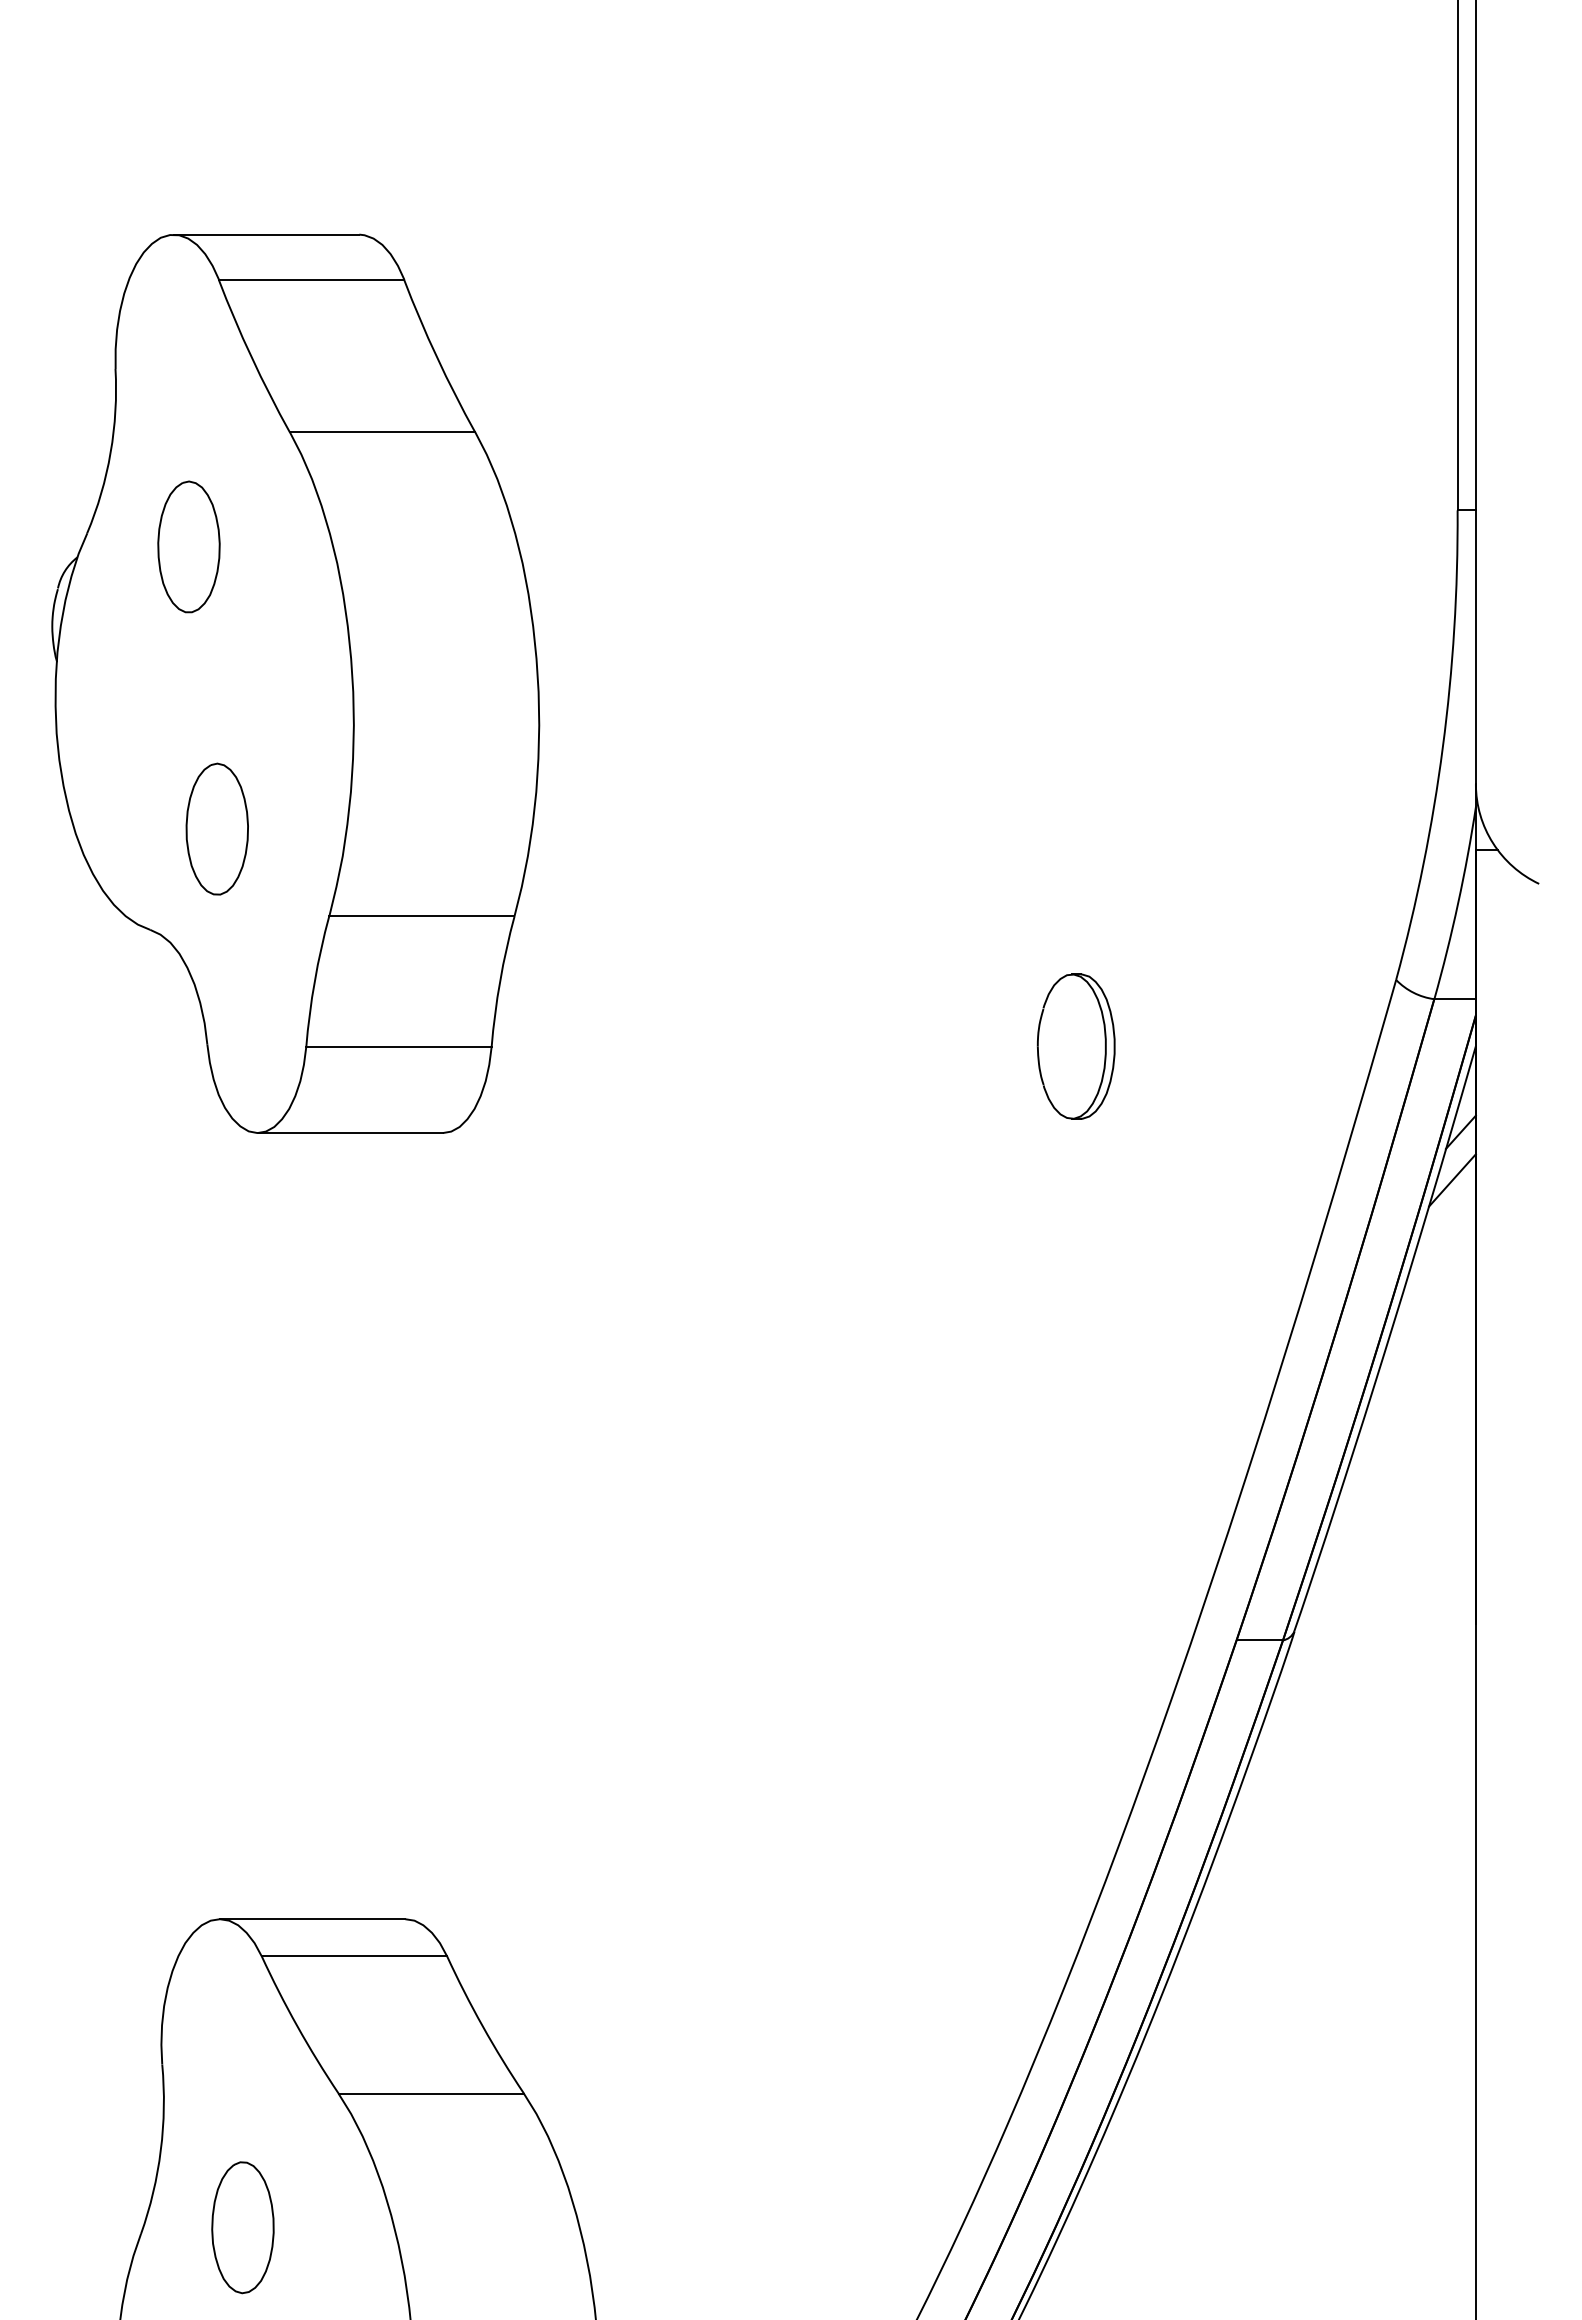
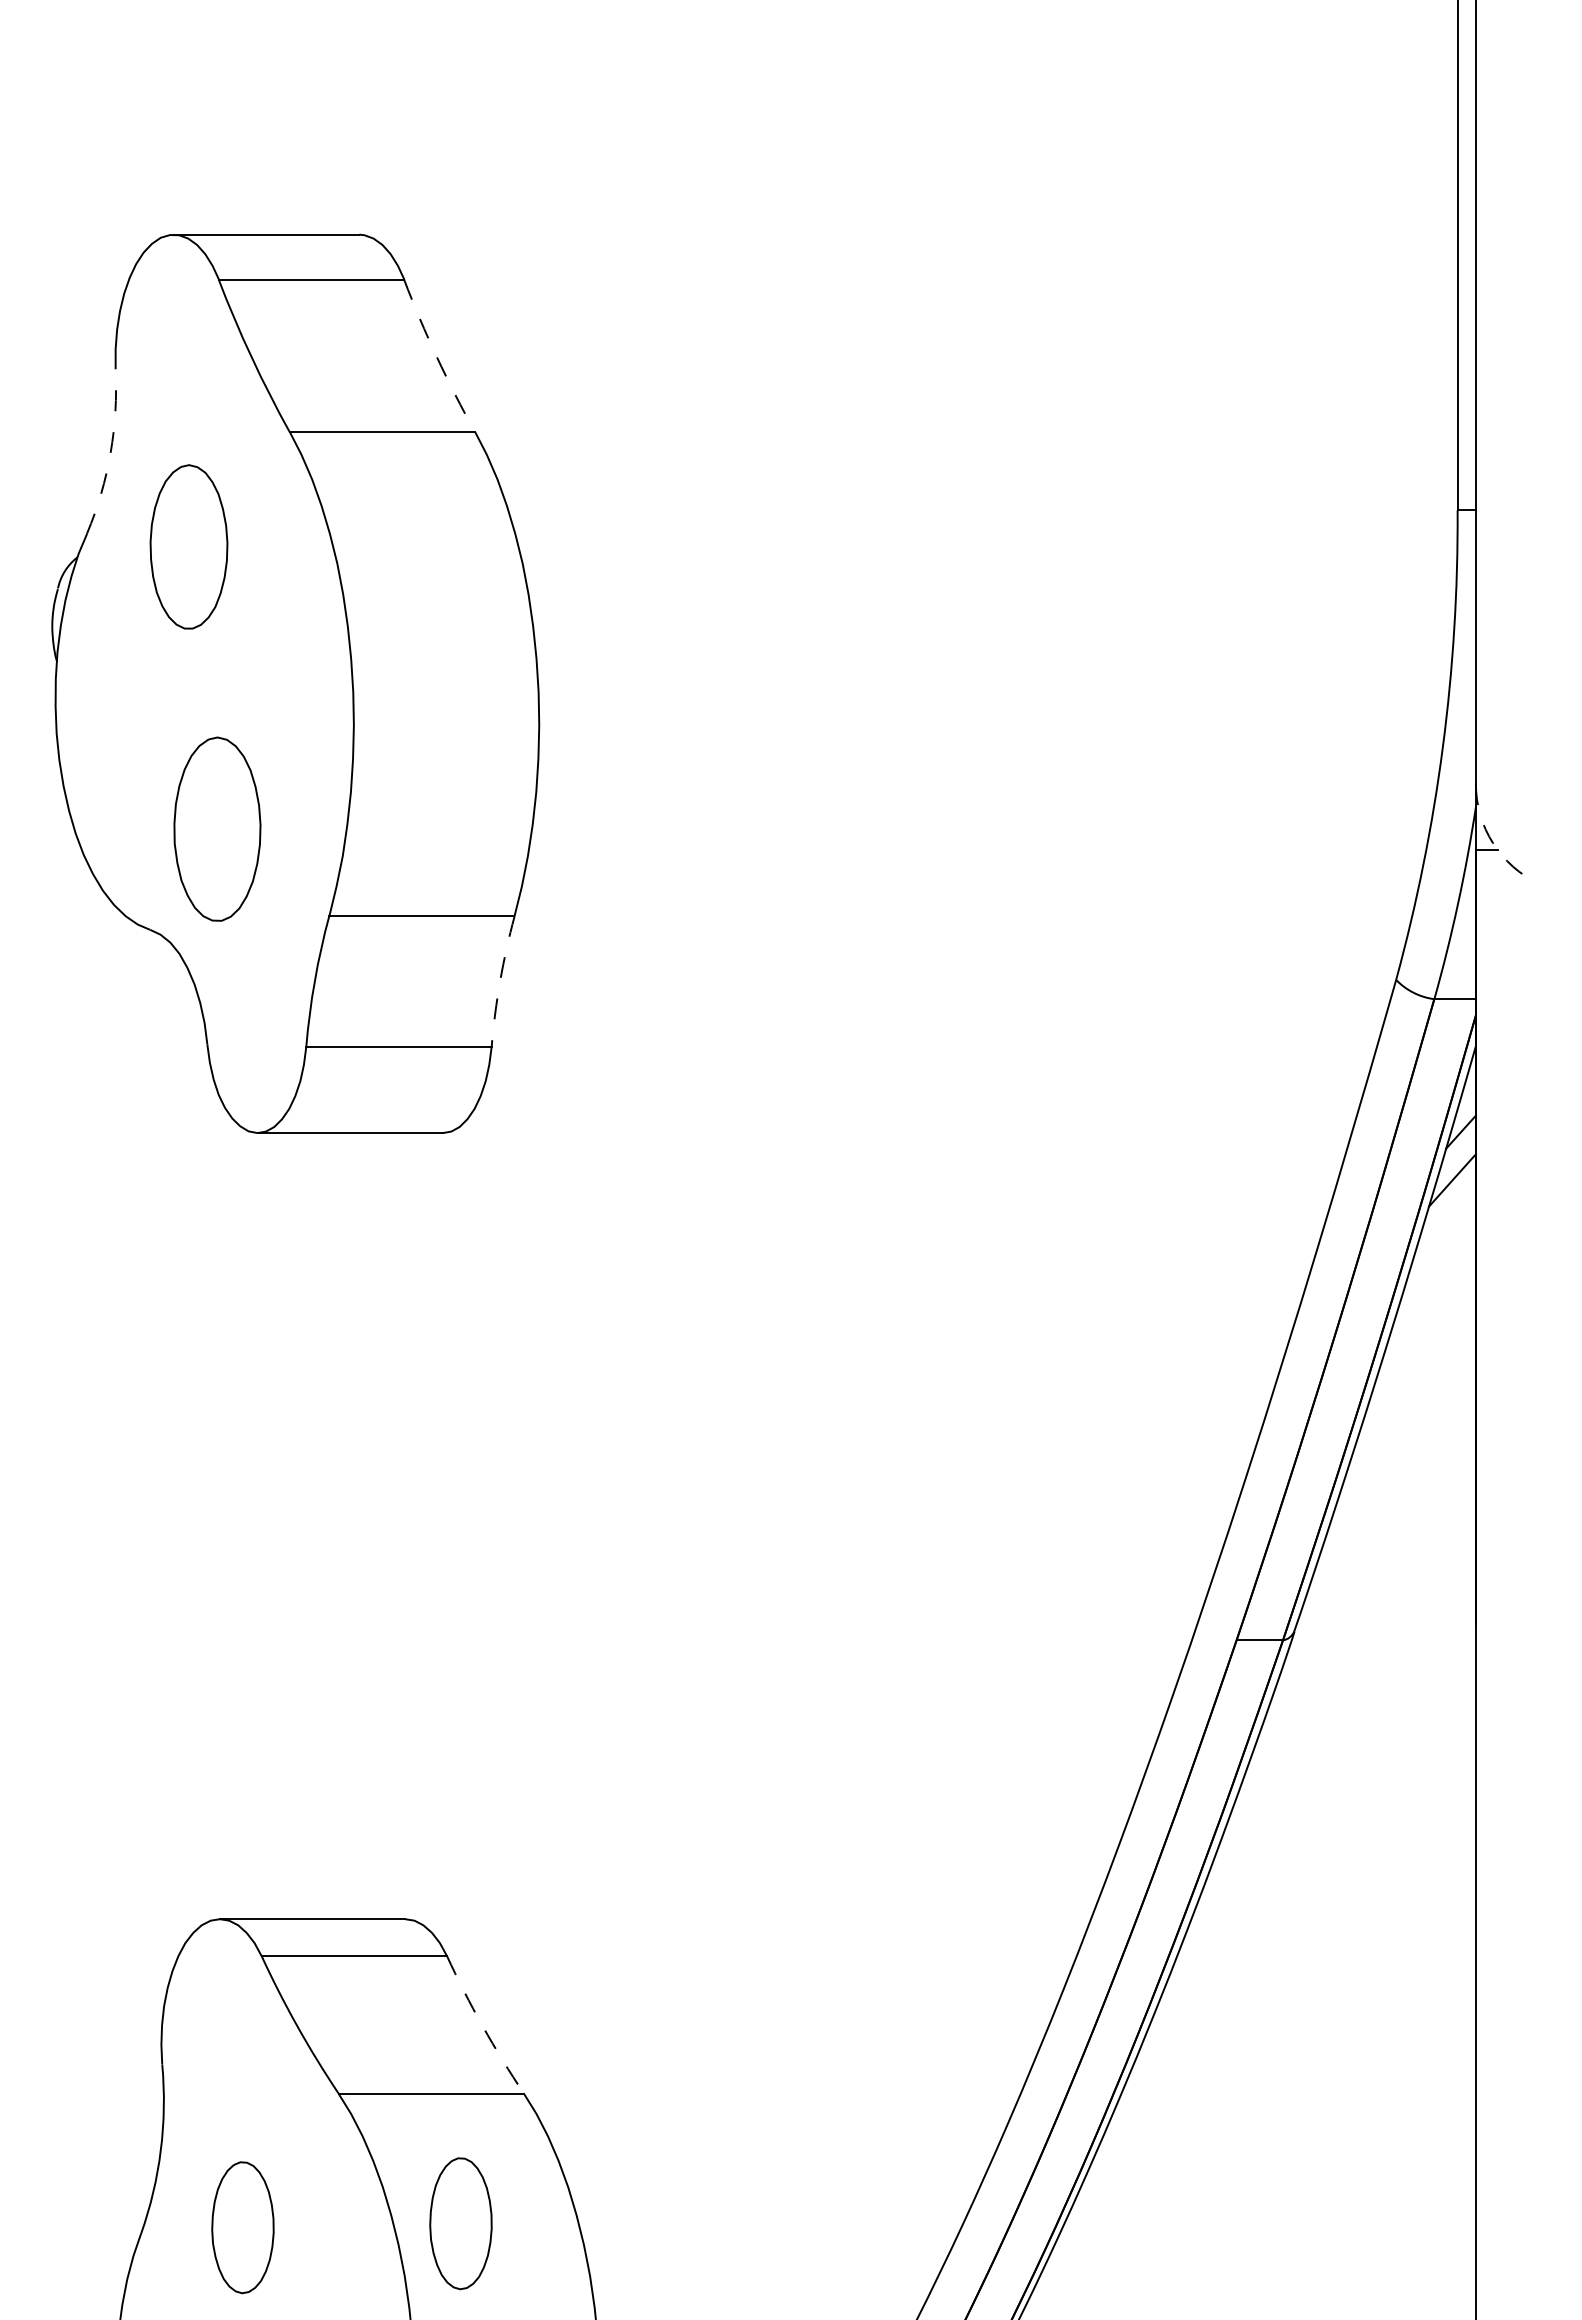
arc at (437, 357): solid -> dashed
arc at (110, 452): solid -> dashed
part at (188, 546) size: 64x134 px -> 80x166 px
part at (216, 828) size: 64x134 px -> 89x186 px
arc at (1493, 843): solid -> dashed
arc at (500, 981): solid -> dashed
part at (1075, 1046): present -> none
arc at (482, 2026): solid -> dashed
part at (460, 2223): none -> present
